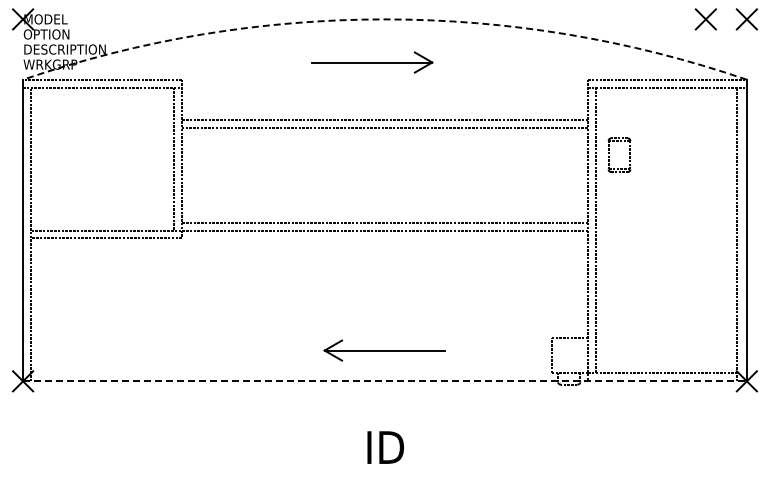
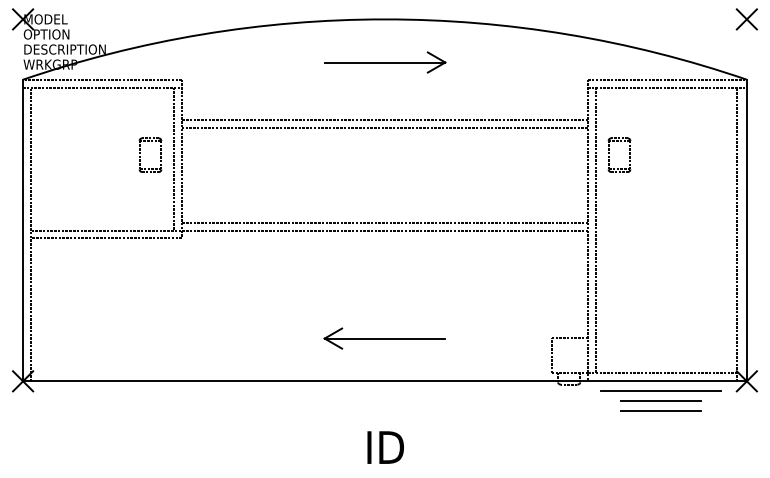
arc at (384, 19): dashed -> solid
part at (705, 19): present -> none
part at (372, 62) position: (372, 62) -> (385, 62)
part at (160, 154): none -> present
part at (384, 350) position: (384, 350) -> (384, 338)
line at (384, 381): dashed -> solid
line at (660, 391): none -> present
line at (660, 401): none -> present
line at (660, 411): none -> present
